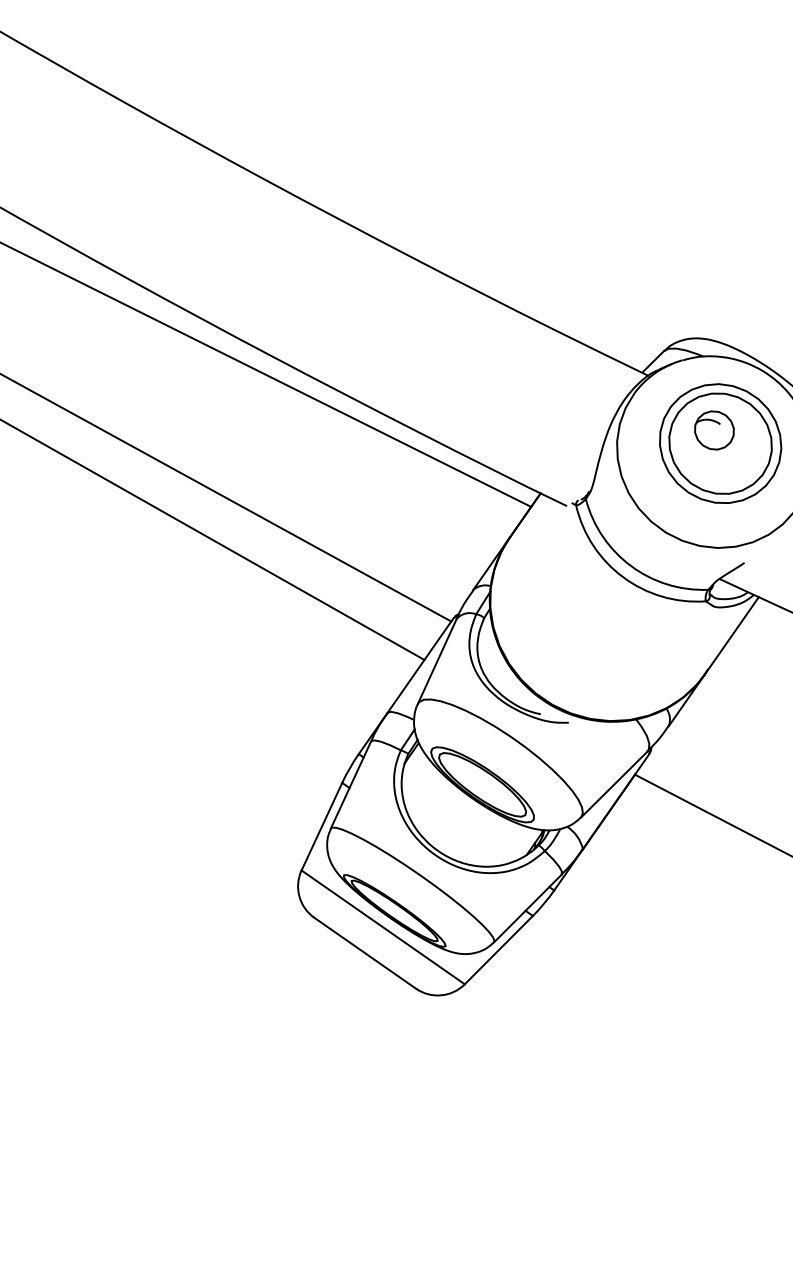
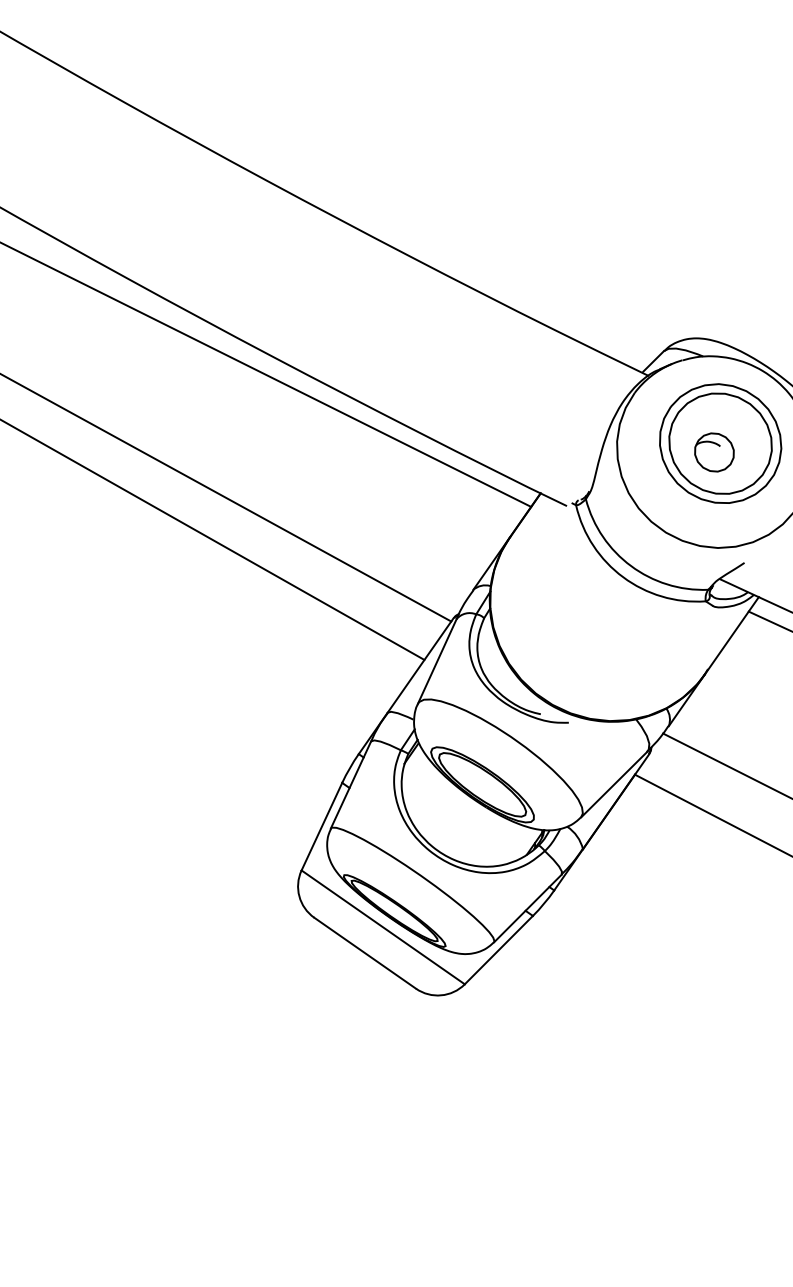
part at (714, 430) position: (714, 430) -> (714, 452)
line at (768, 620): none -> present
line at (726, 765): none -> present
